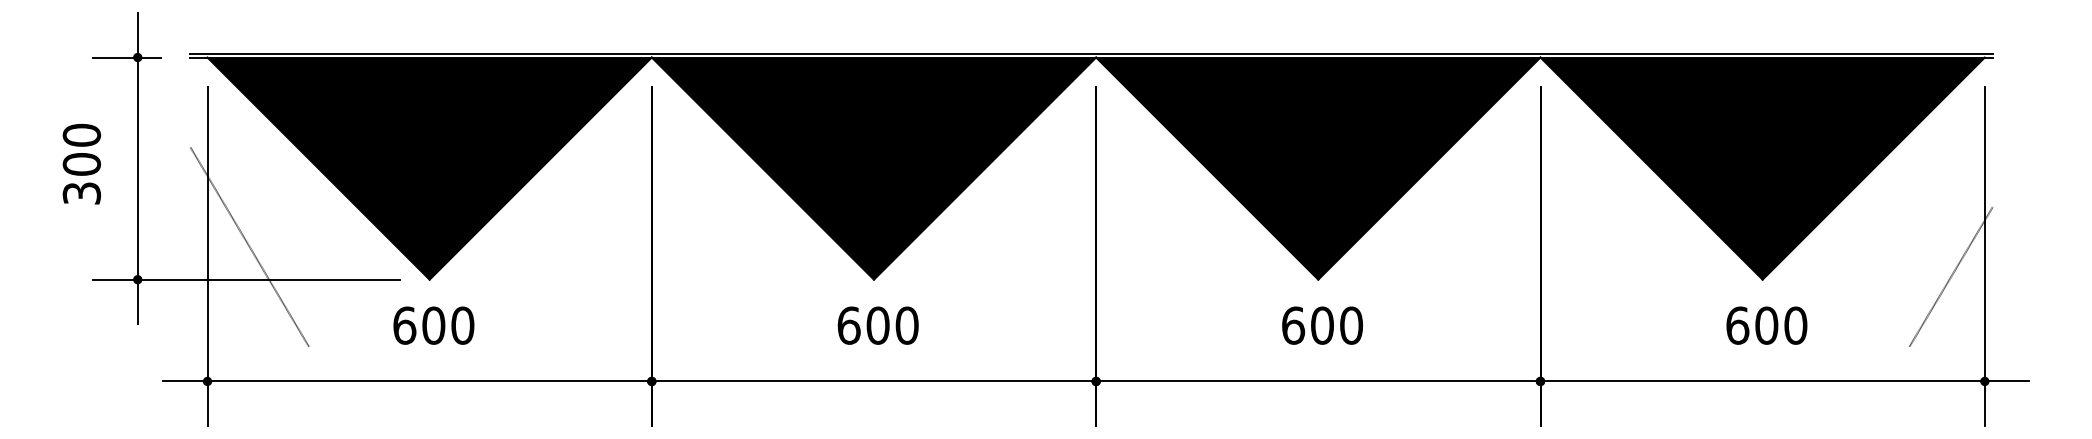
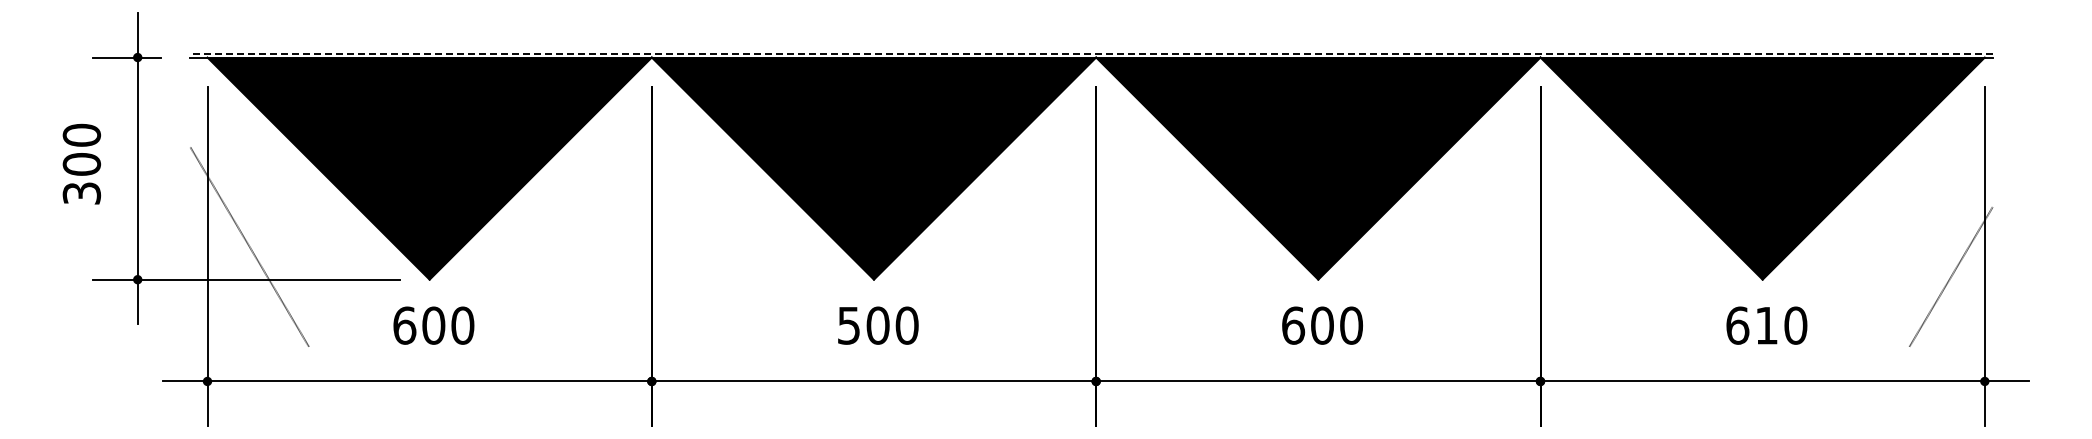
line at (1091, 53): solid -> dashed
text at (848, 325): 600 -> 500
text at (1766, 325): 600 -> 610
